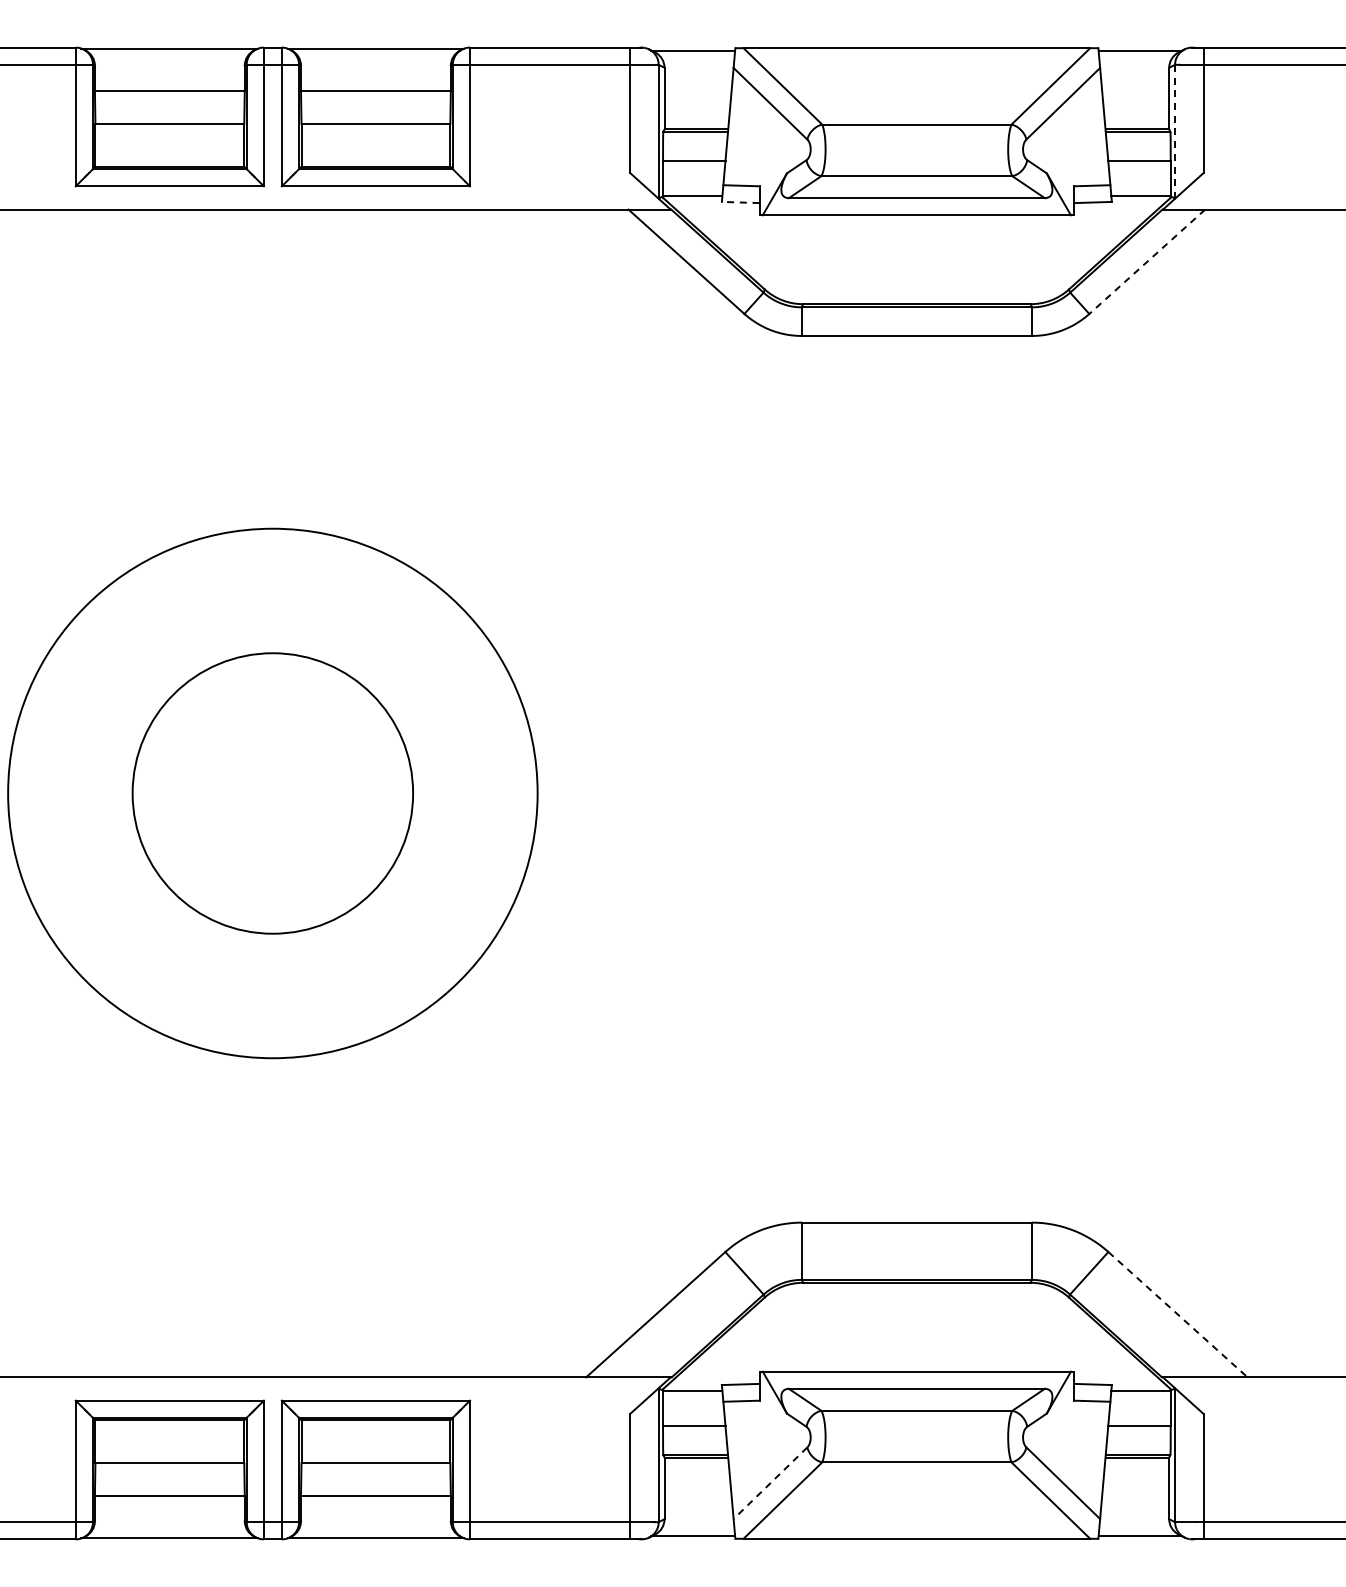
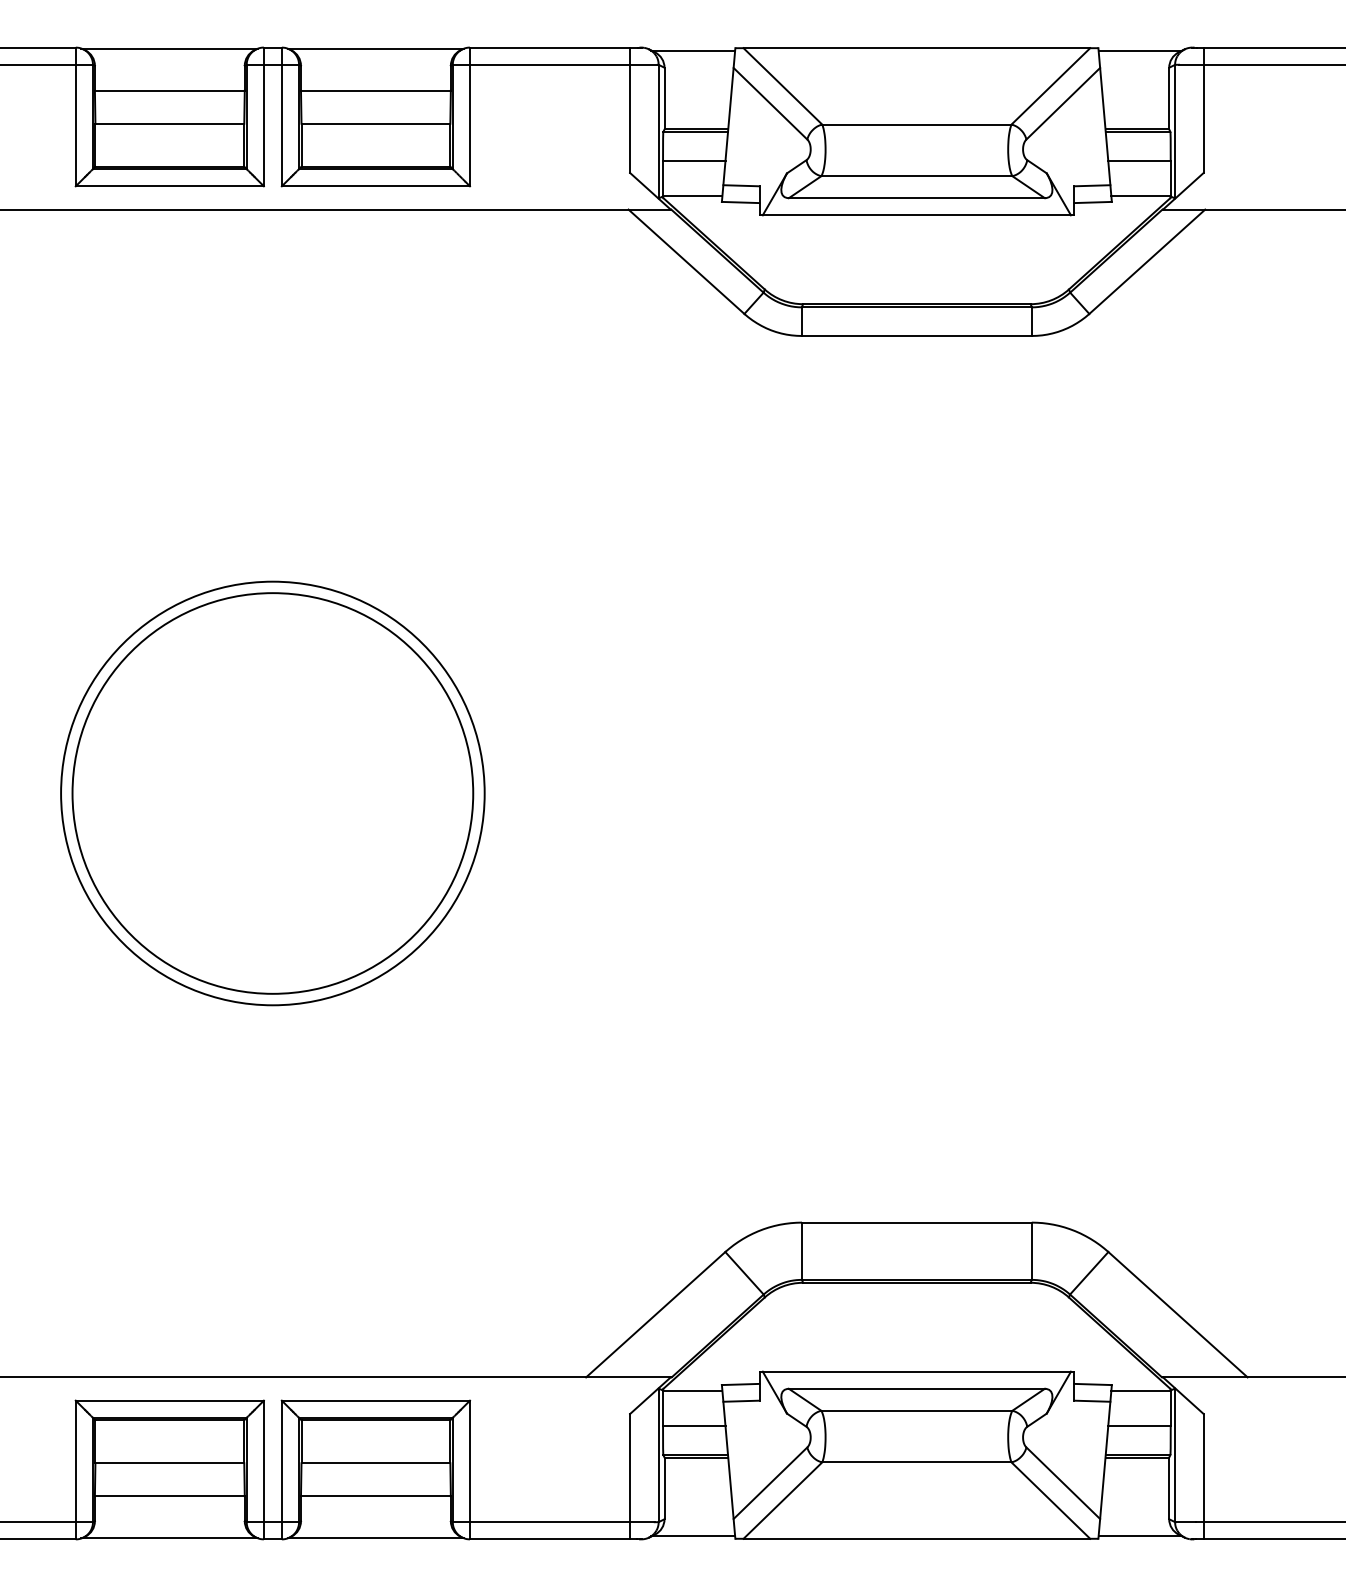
line at (1175, 131): dashed -> solid
line at (740, 202): dashed -> solid
line at (1147, 261): dashed -> solid
circle at (272, 793) diameter: 280 px -> 401 px
circle at (272, 793) diameter: 530 px -> 424 px
line at (1178, 1314): dashed -> solid
line at (770, 1483): dashed -> solid
